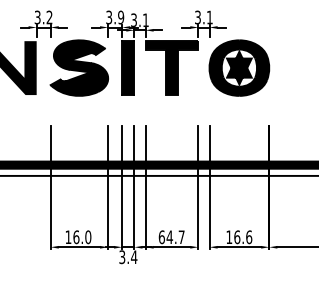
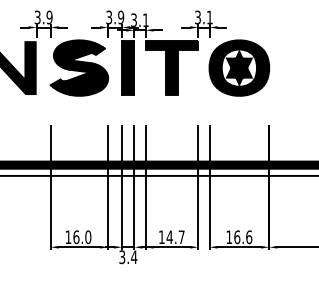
text at (49, 17): 3.2 -> 3.9
text at (161, 237): 64.7 -> 14.7
